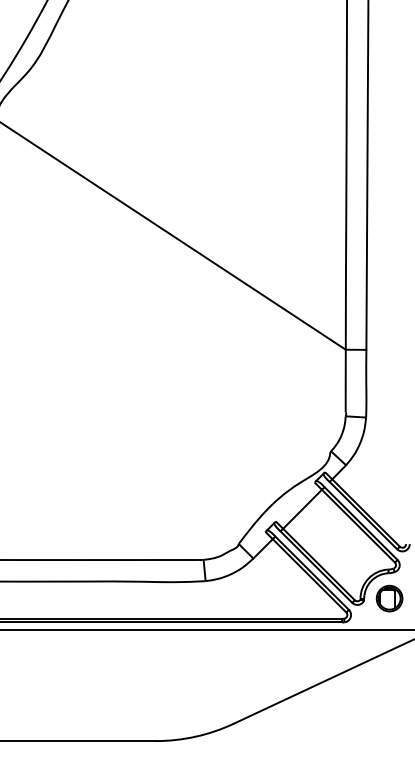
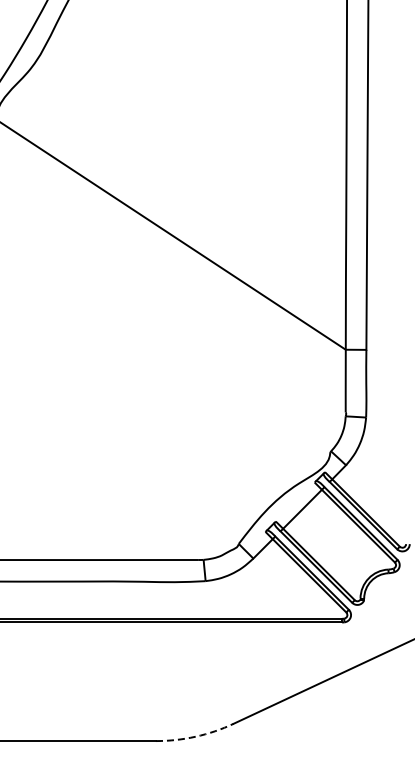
part at (389, 598): present -> none
line at (206, 629): present -> none
arc at (195, 736): solid -> dashed
